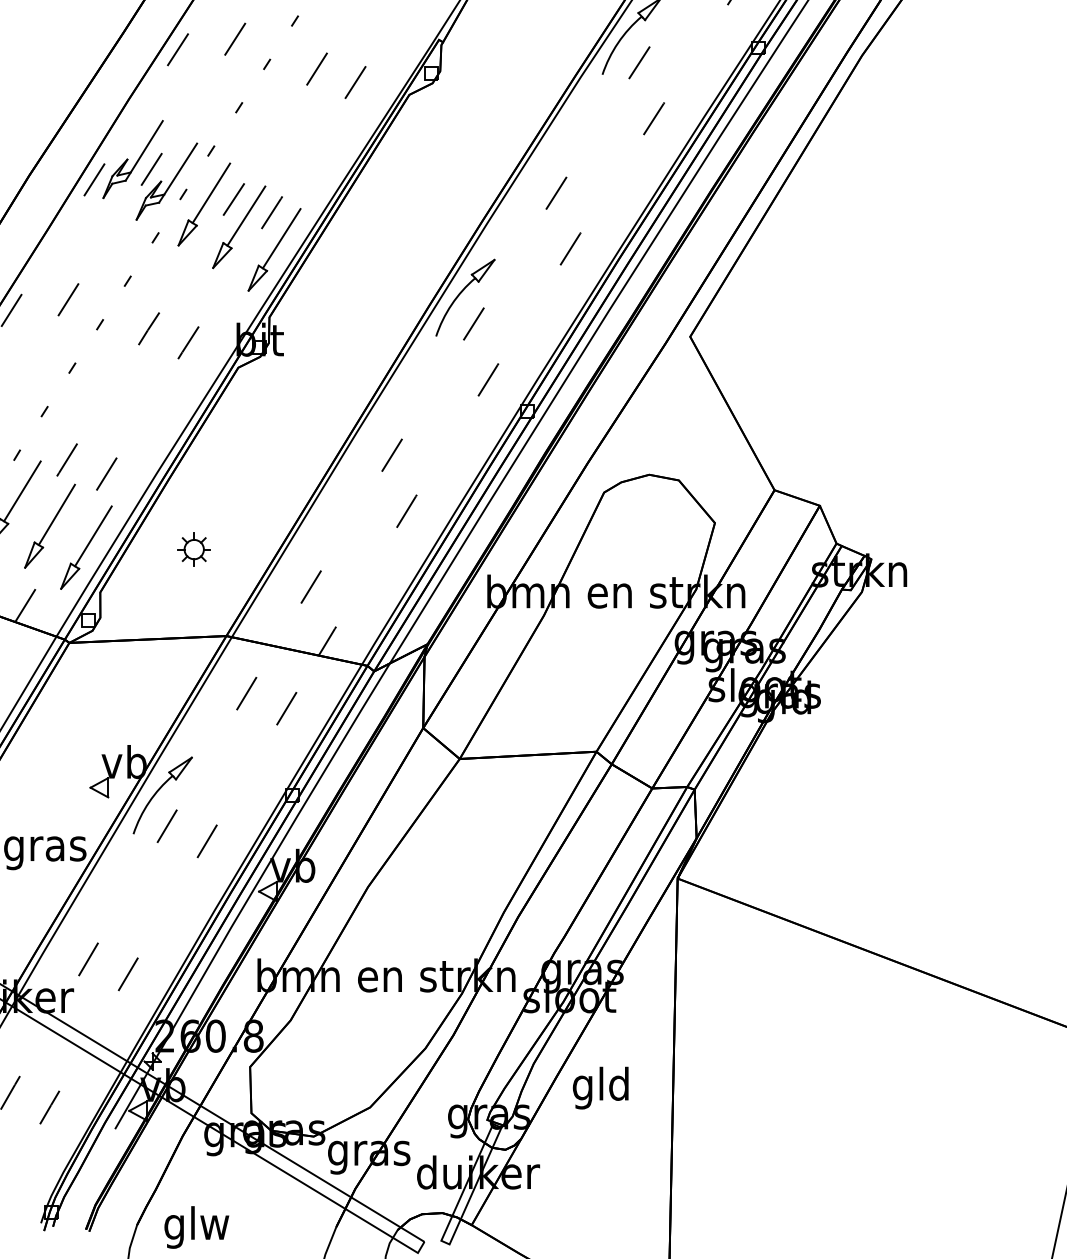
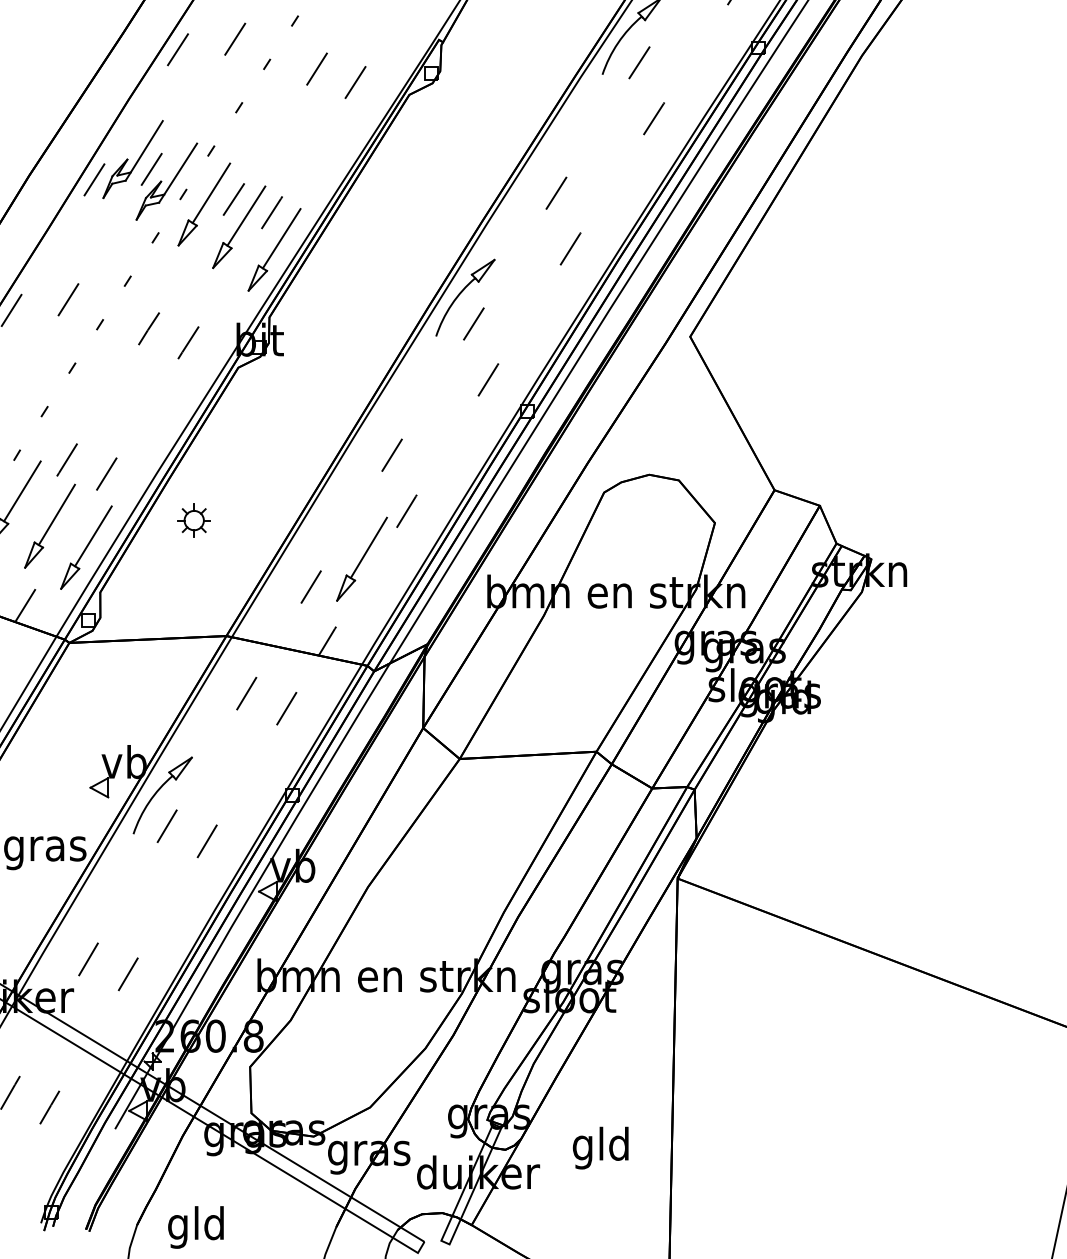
part at (193, 549) position: (193, 549) -> (193, 520)
part at (361, 558): none -> present
text at (600, 1087) position: (600, 1087) -> (600, 1147)
text at (196, 1227): glw -> gld
